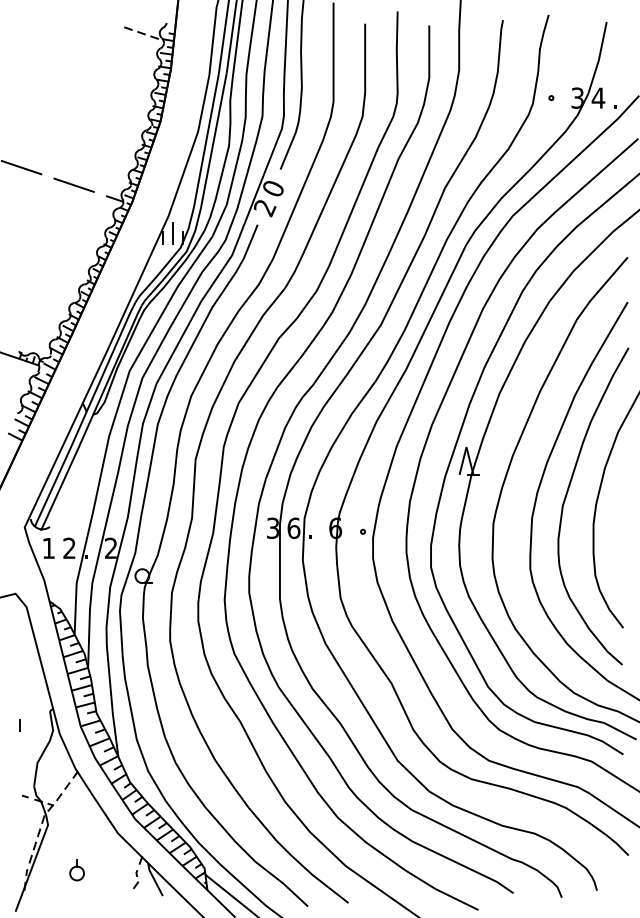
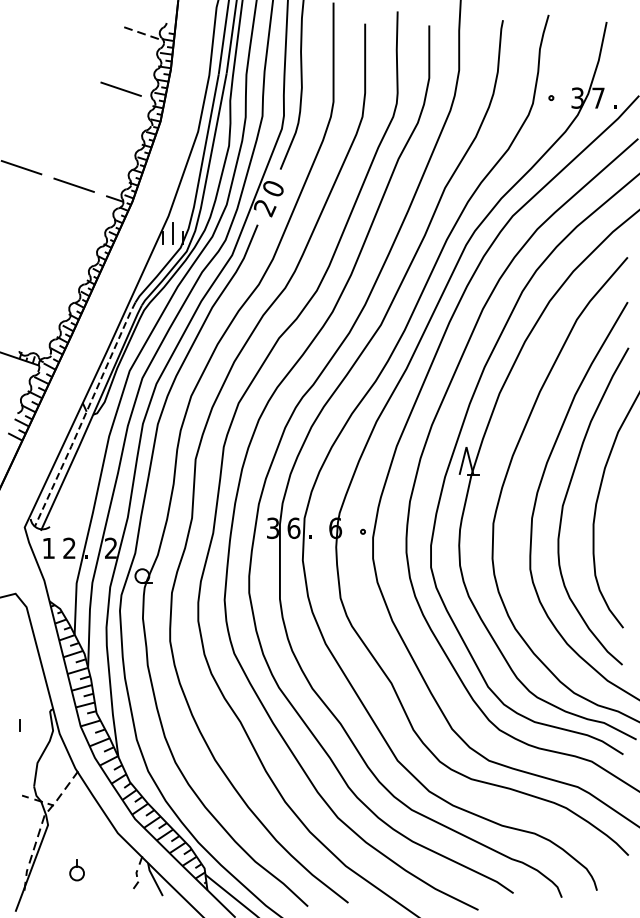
line at (120, 88): none -> present
text at (598, 97): 4 -> 7
line at (85, 415): solid -> dashed
